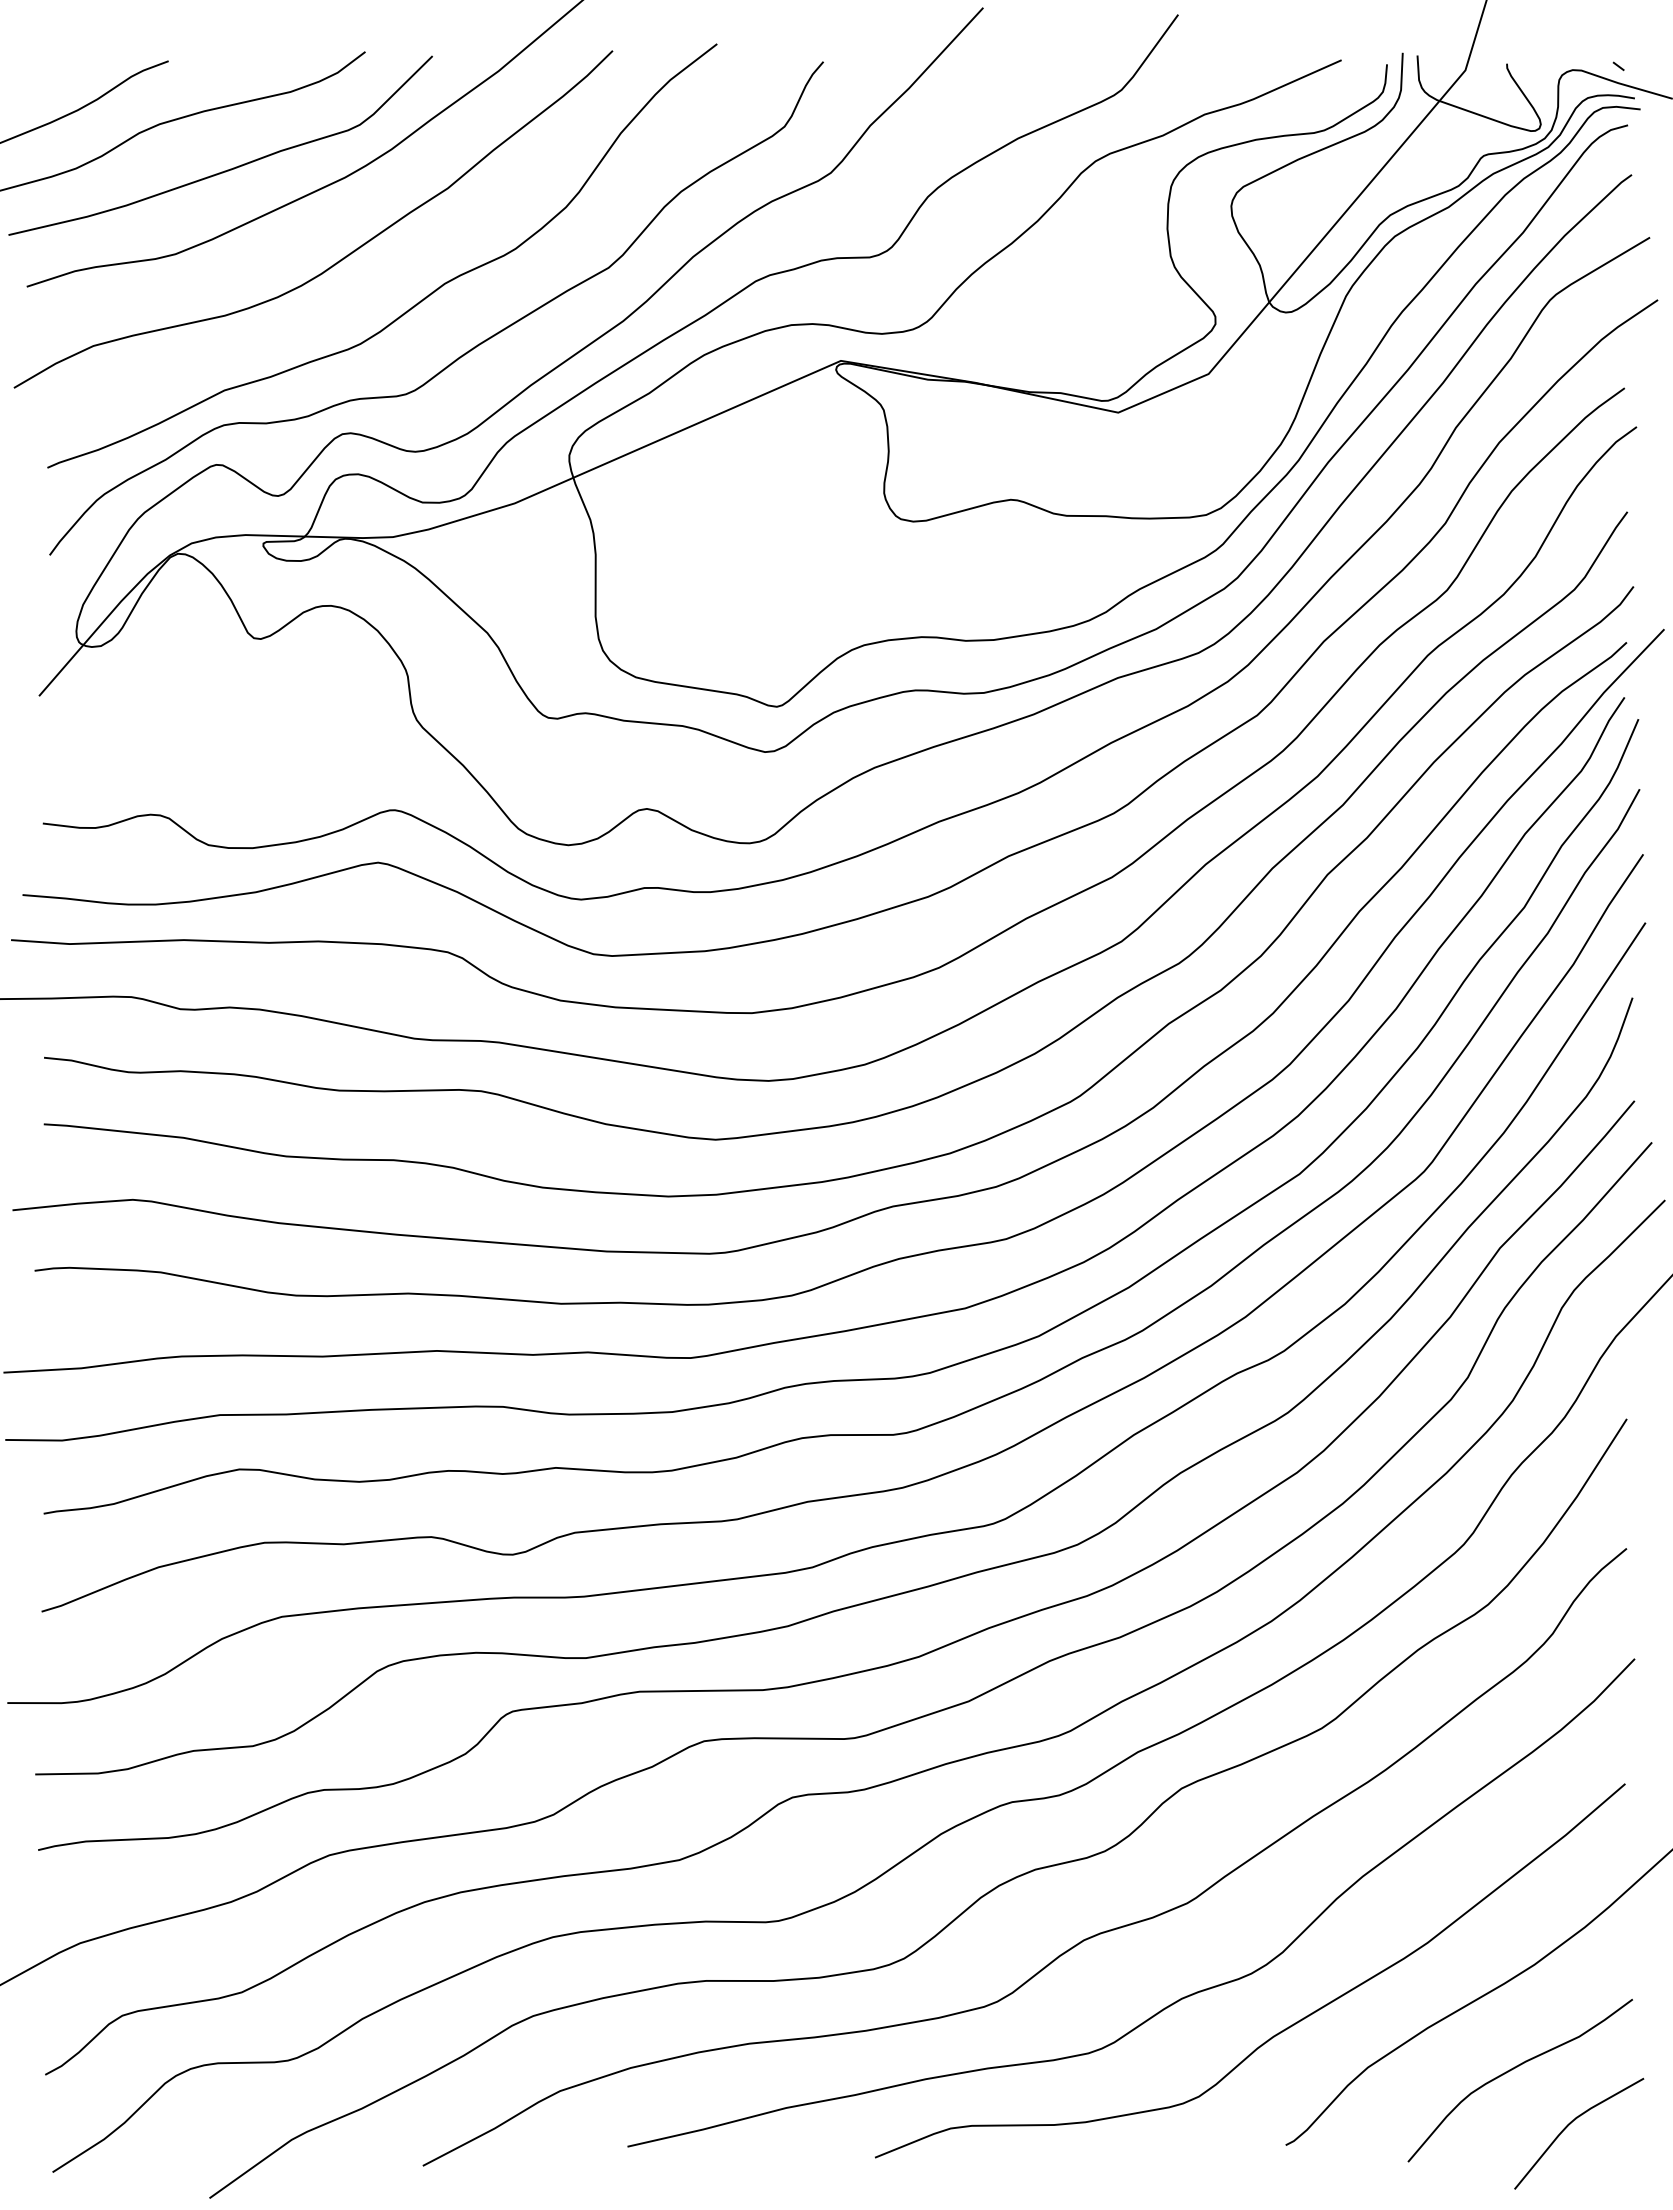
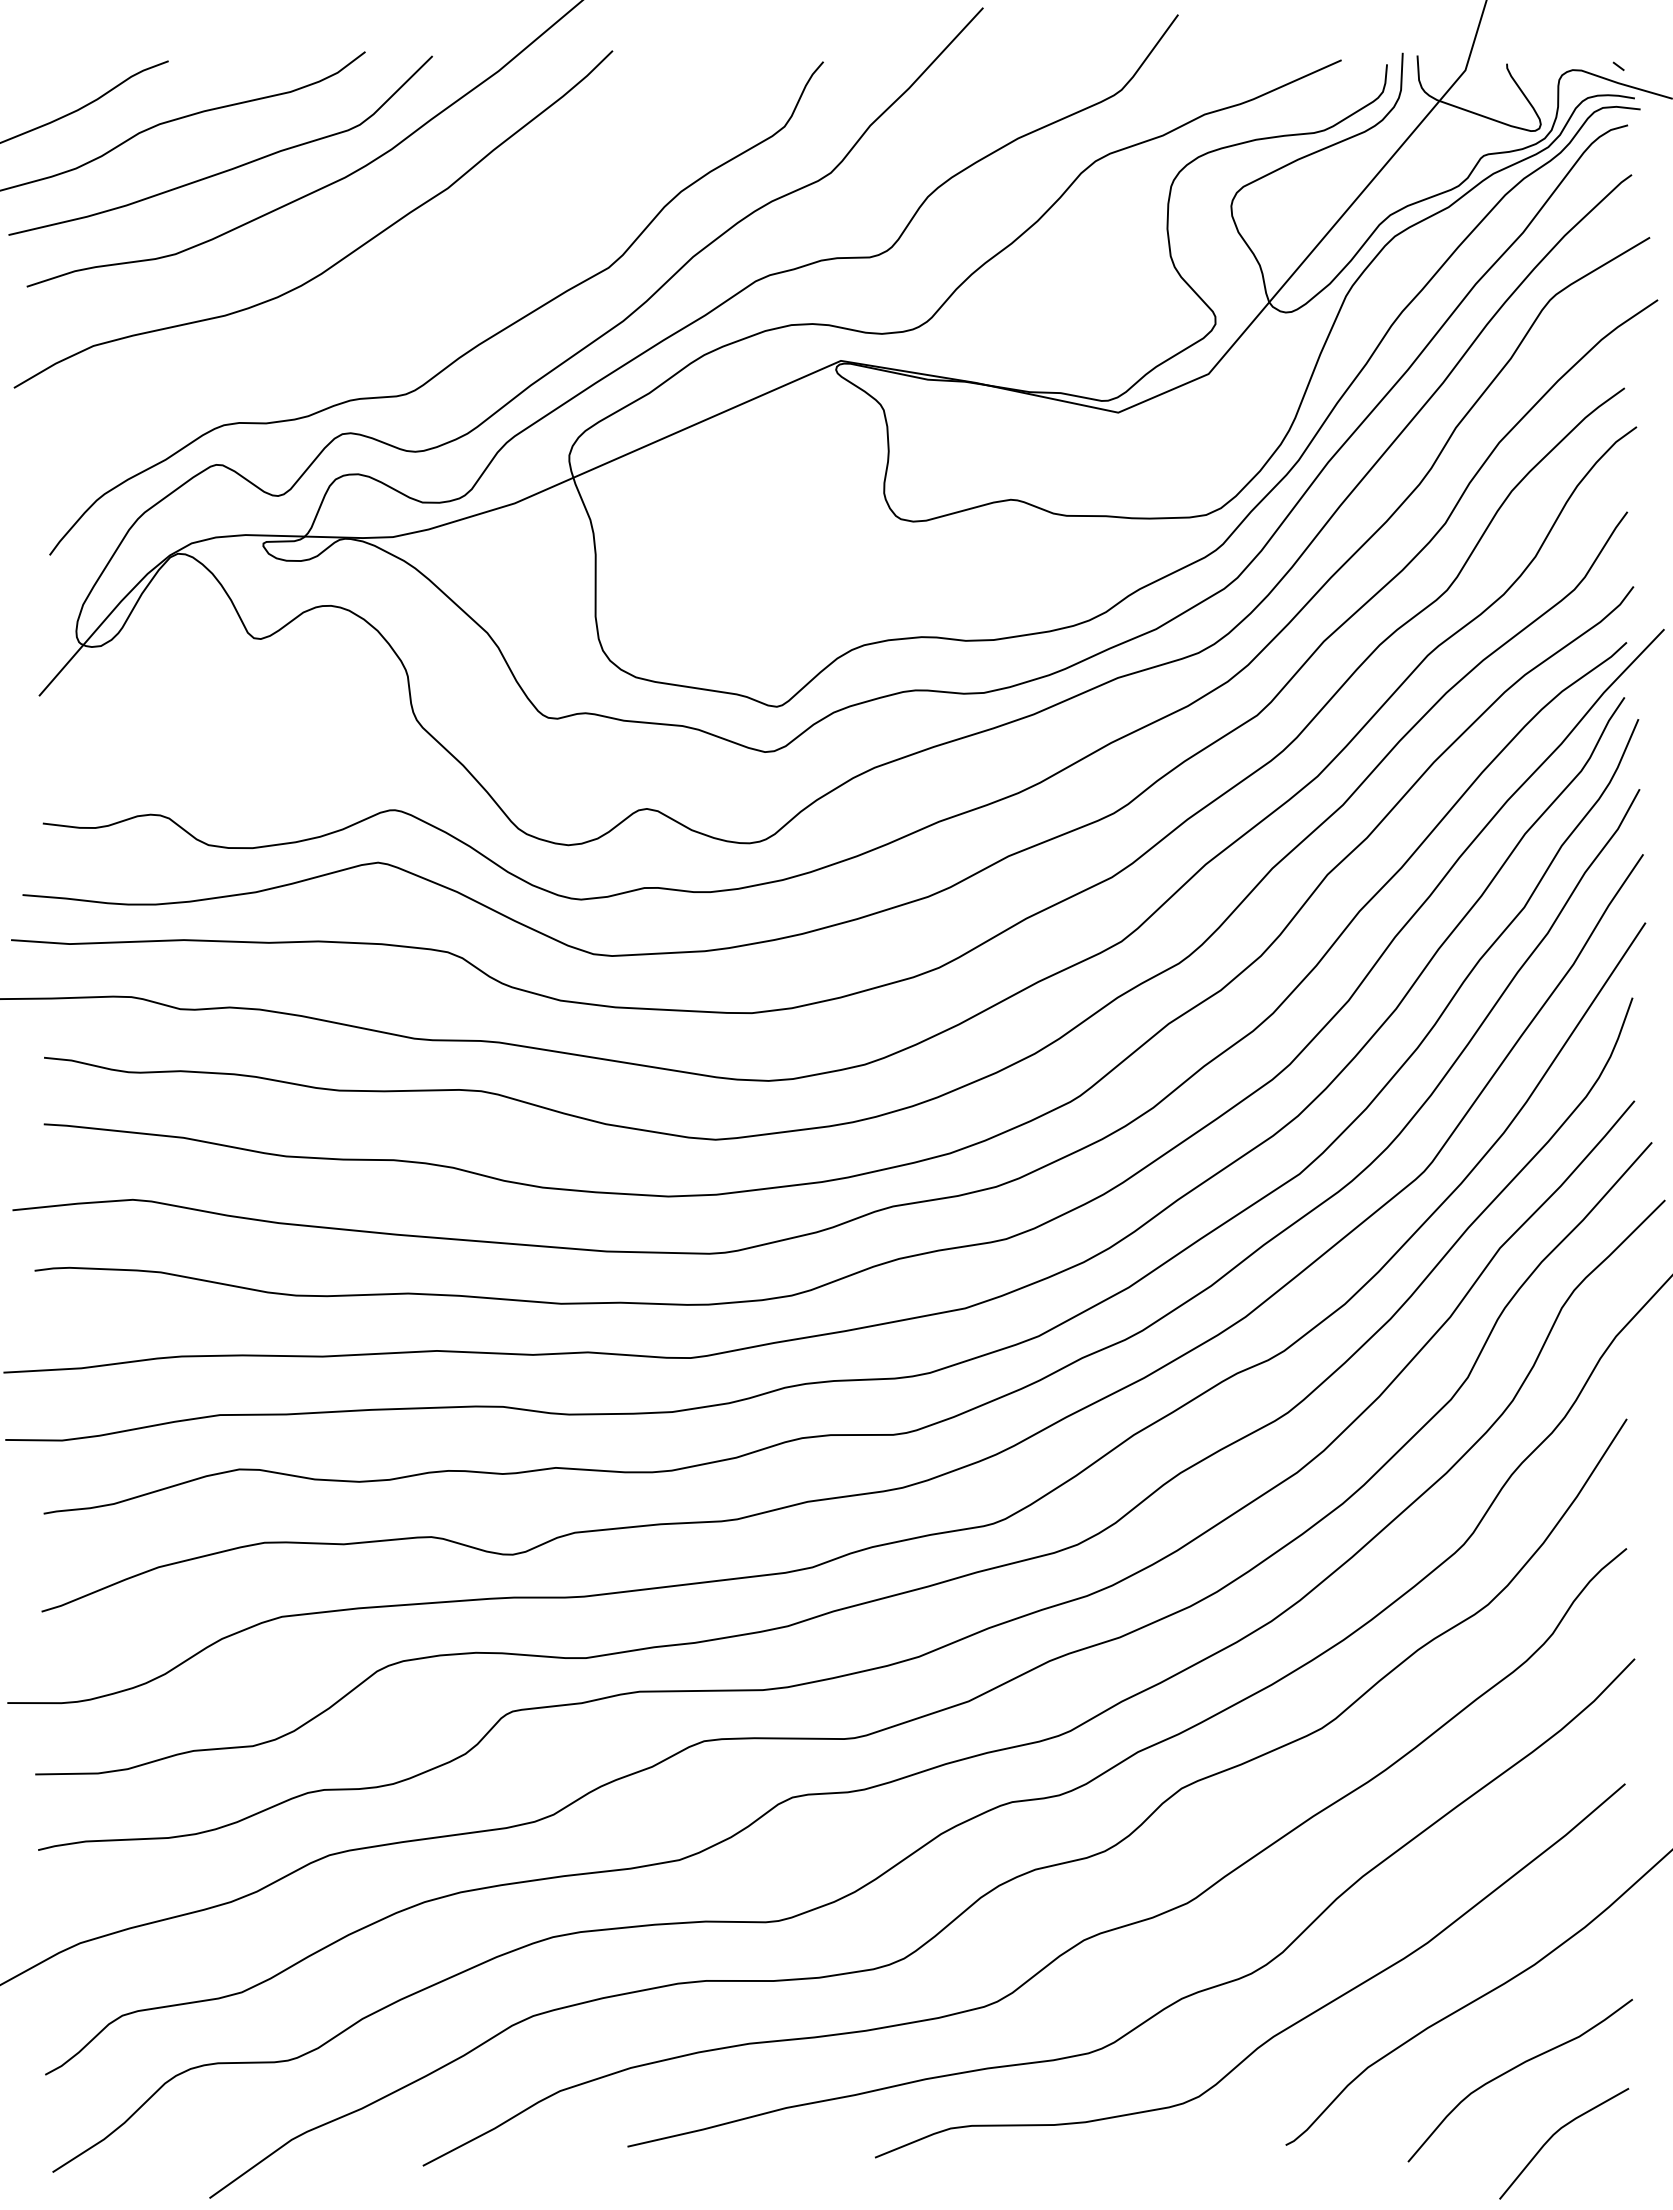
curve at (417, 302): present -> none
curve at (1570, 2124) position: (1570, 2124) -> (1555, 2134)
